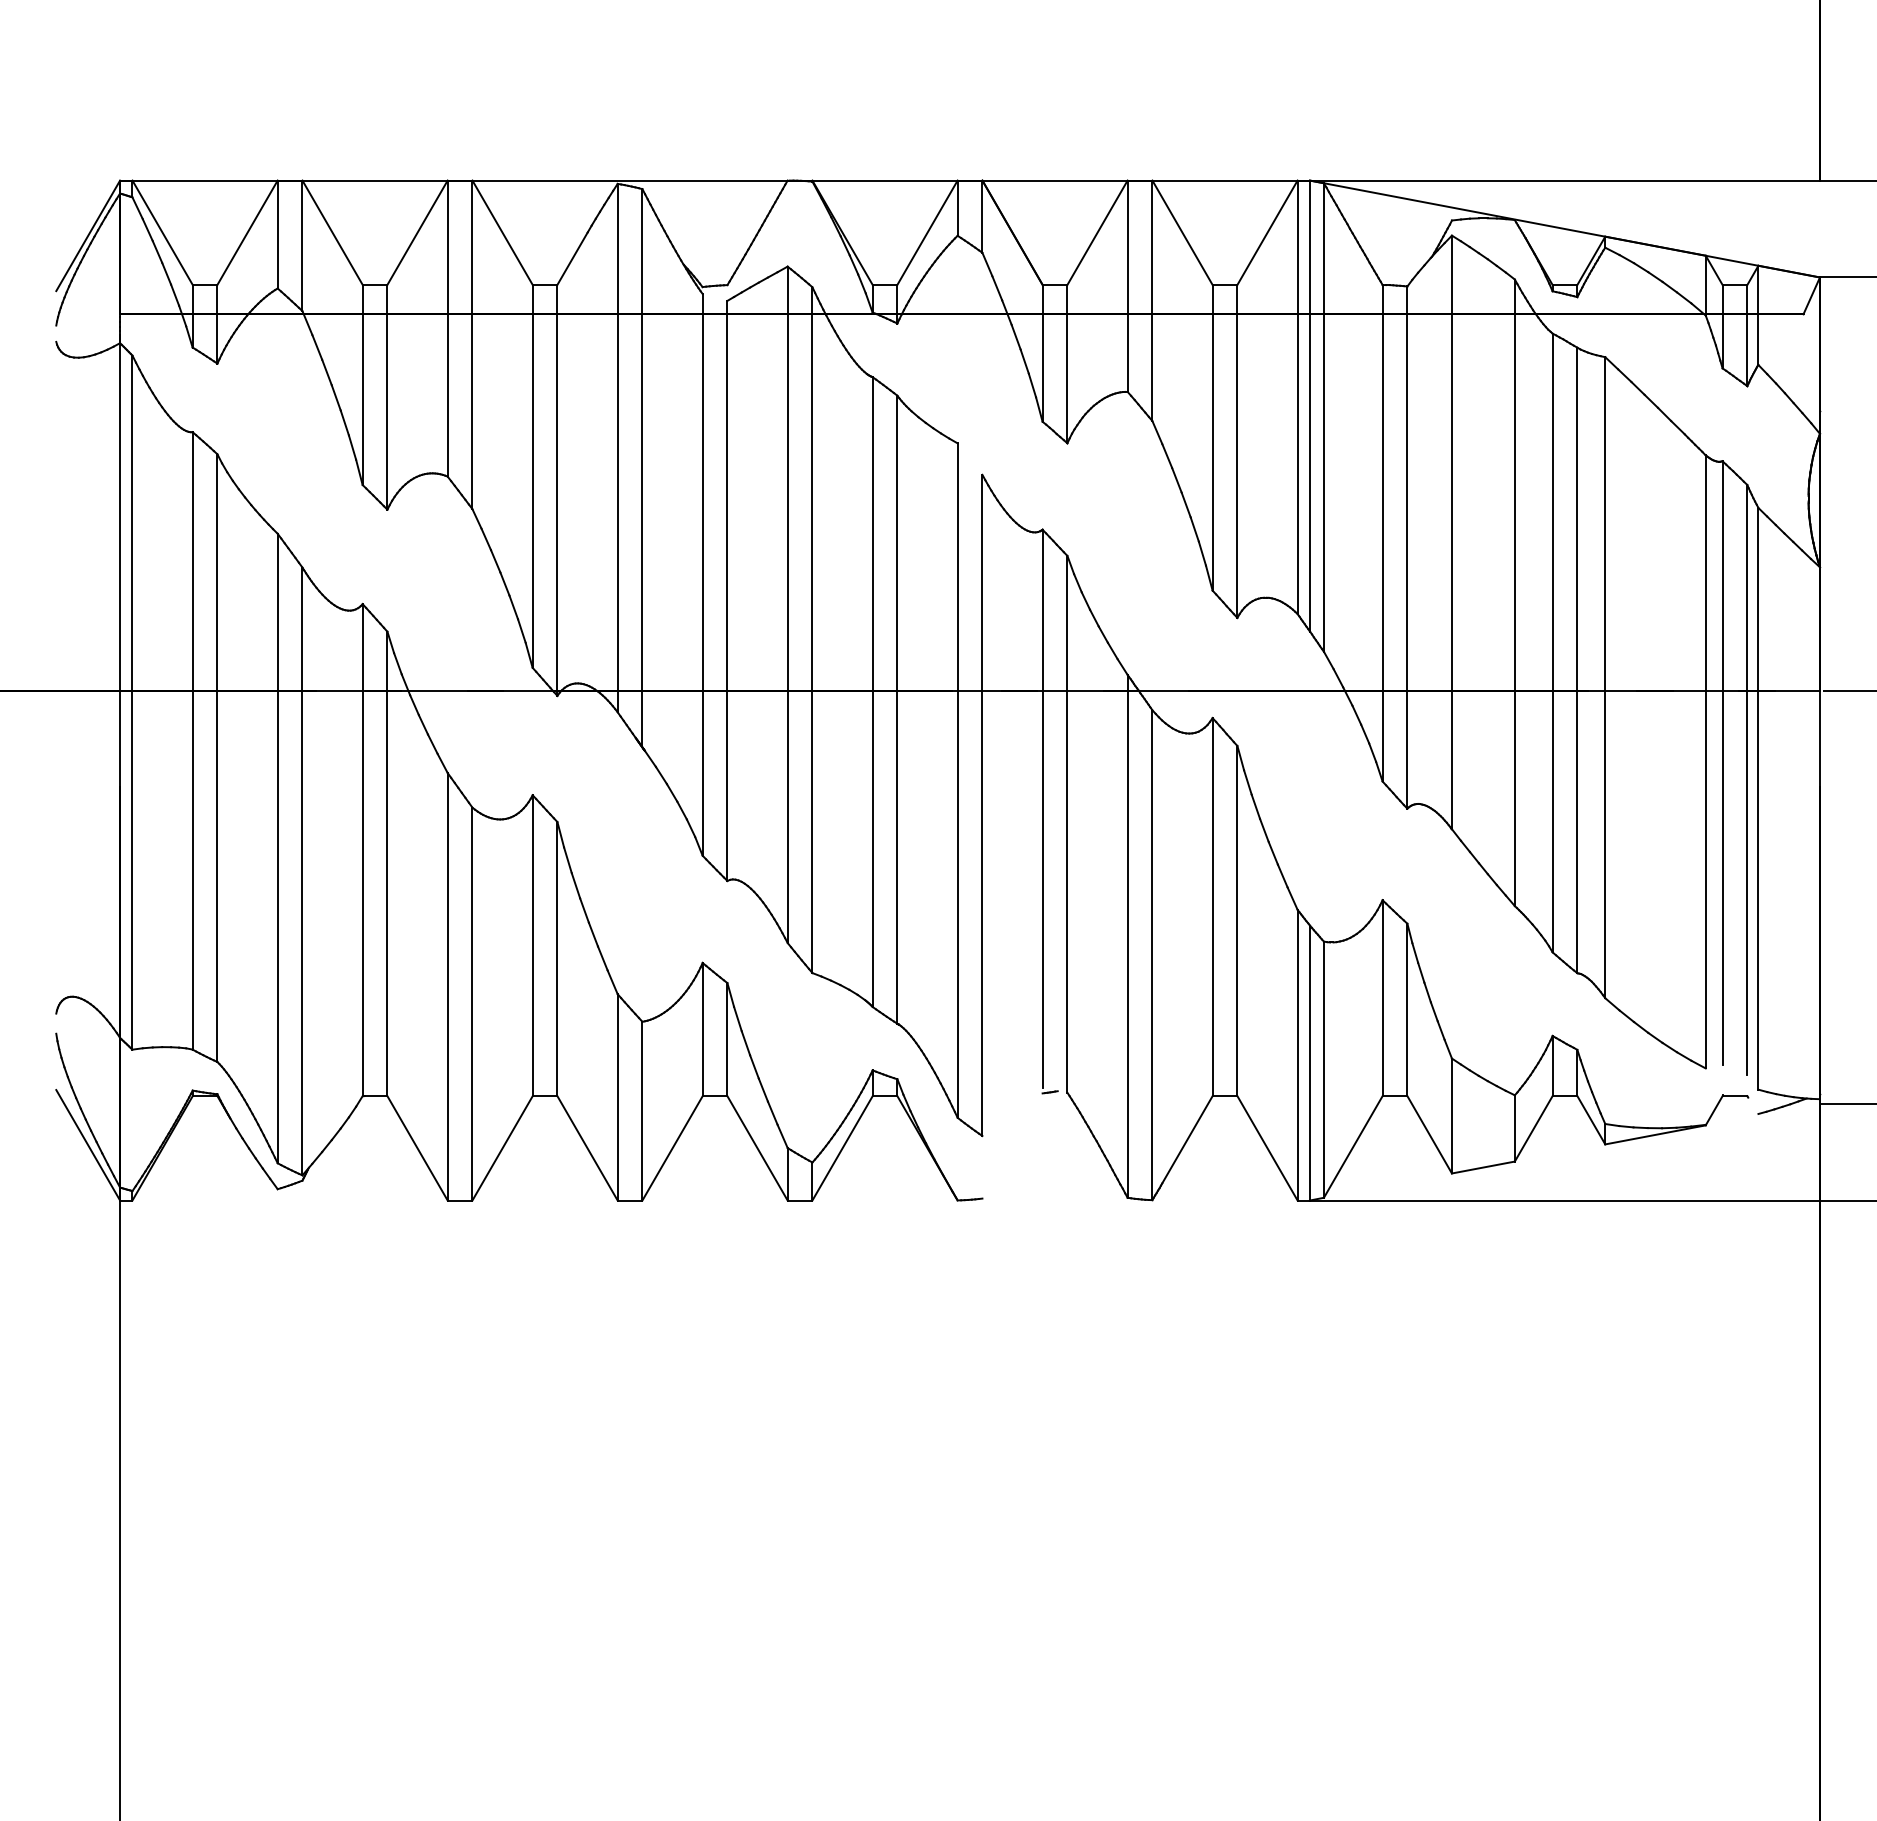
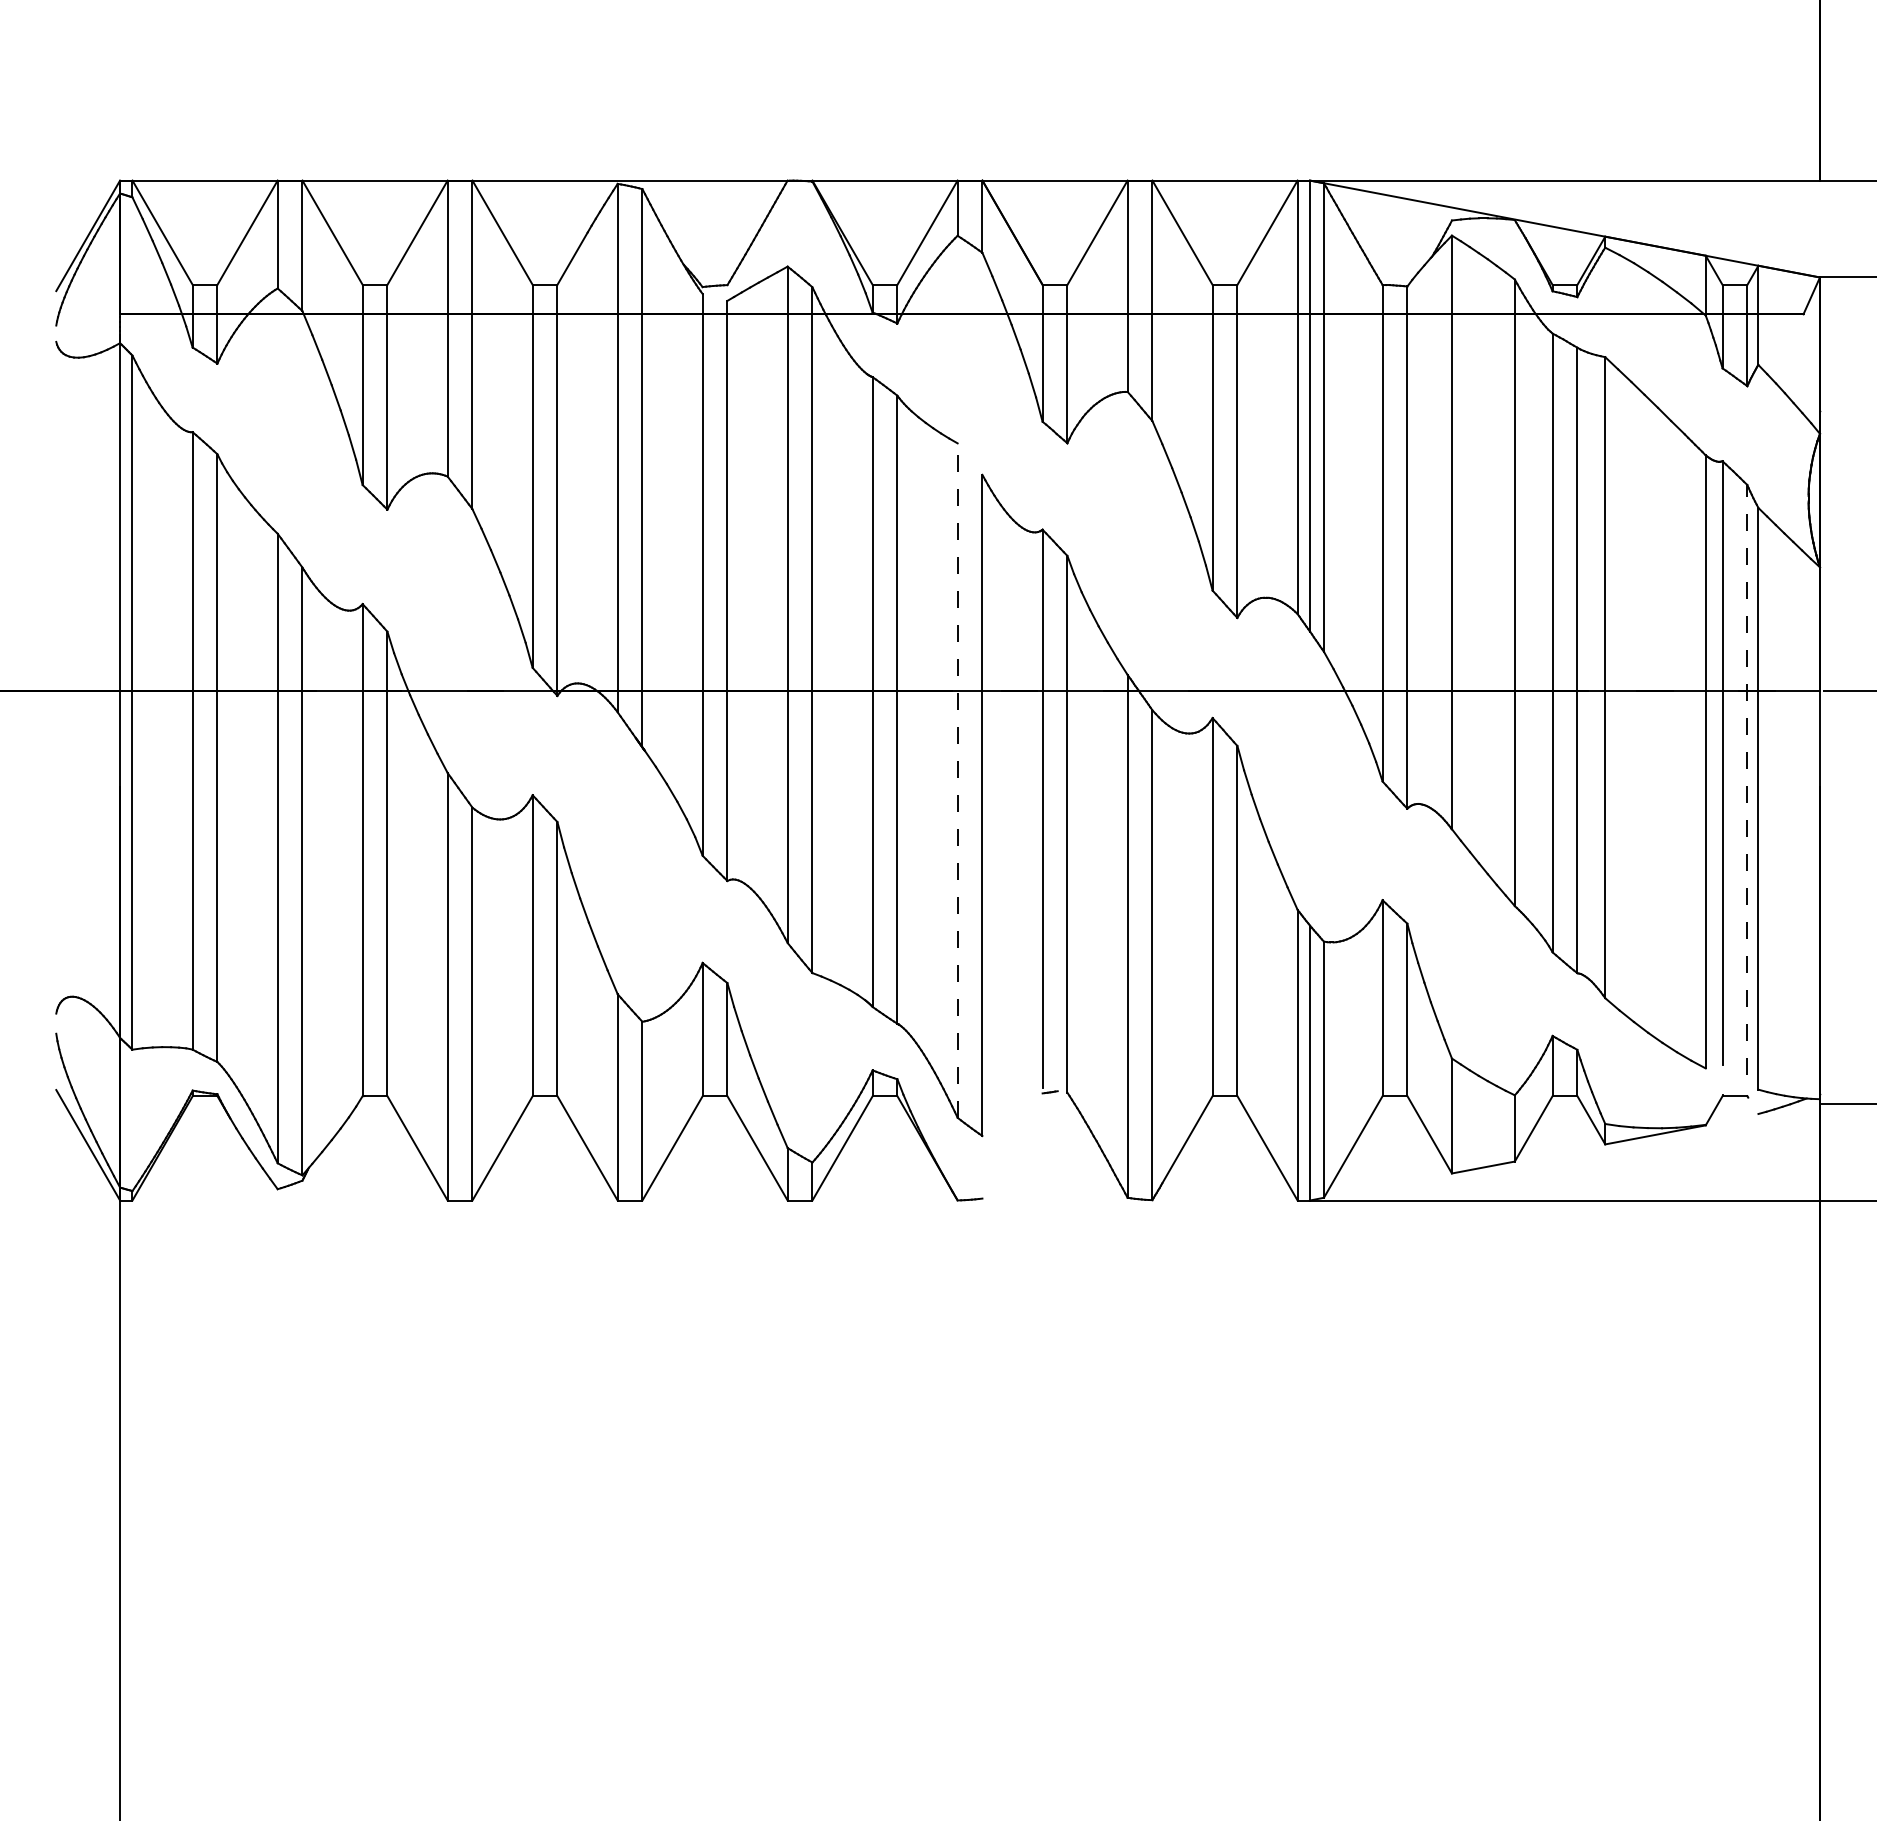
line at (1747, 779): solid -> dashed
line at (957, 780): solid -> dashed
